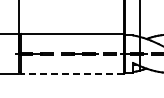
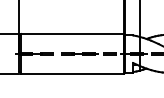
line at (72, 73): dashed -> solid
